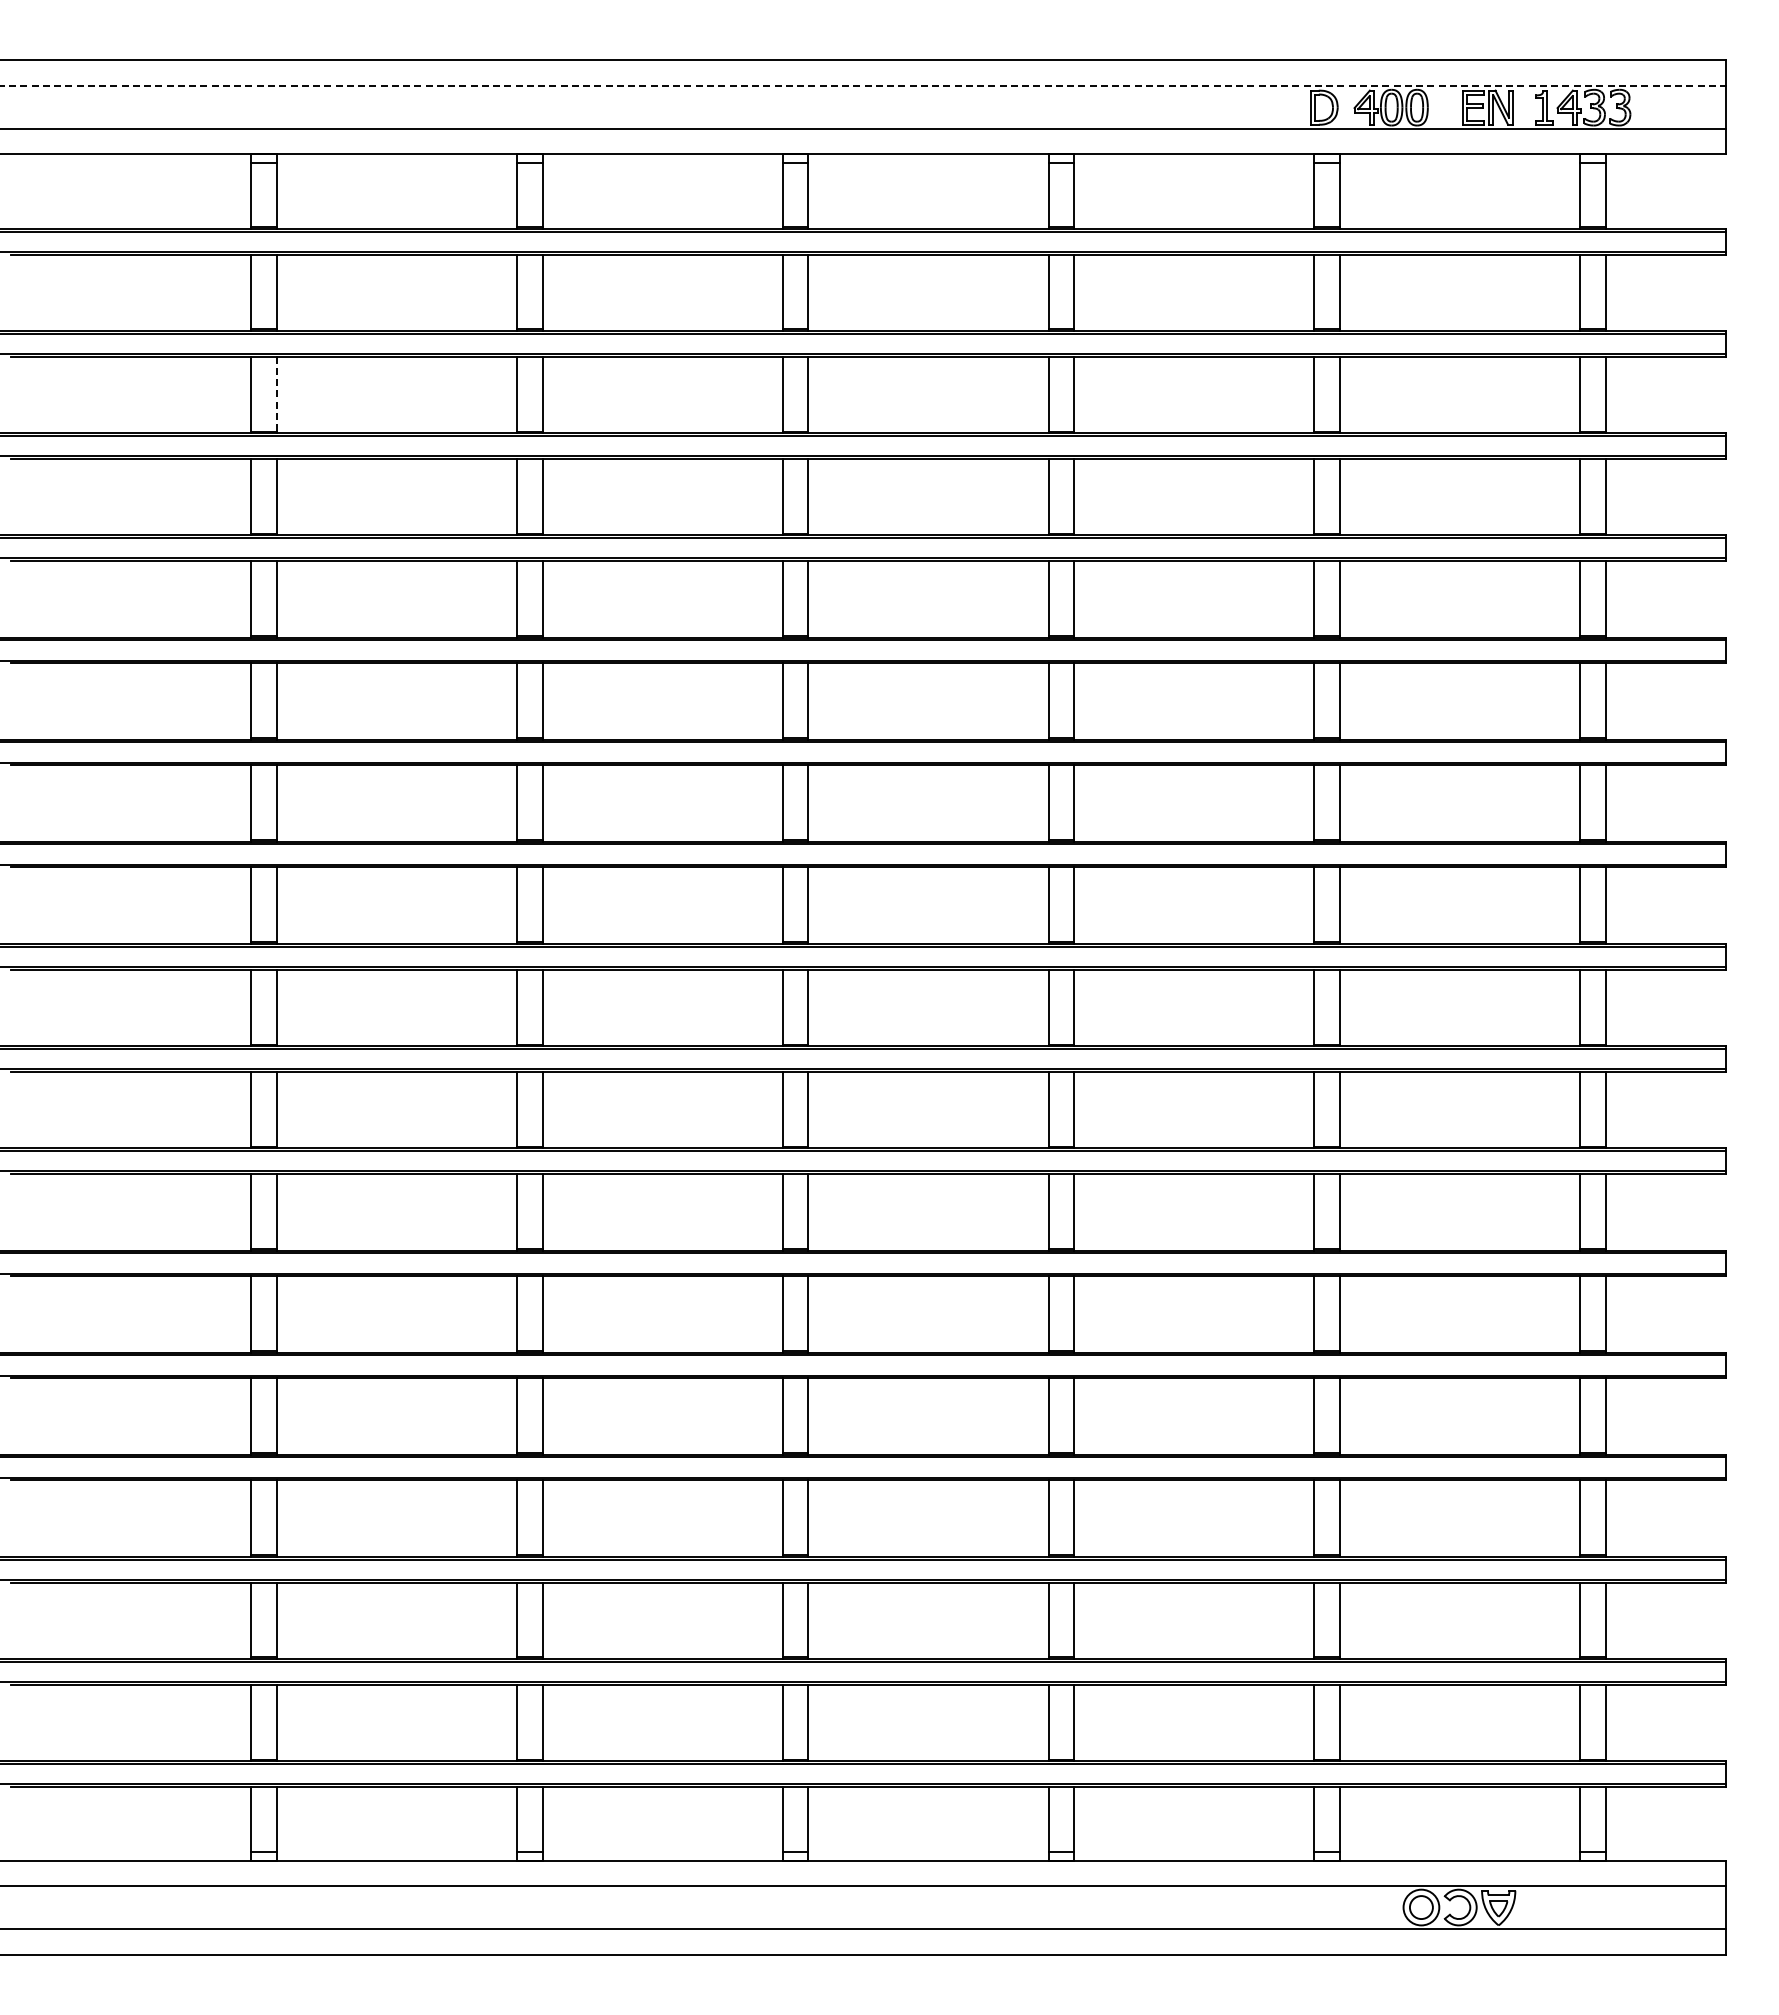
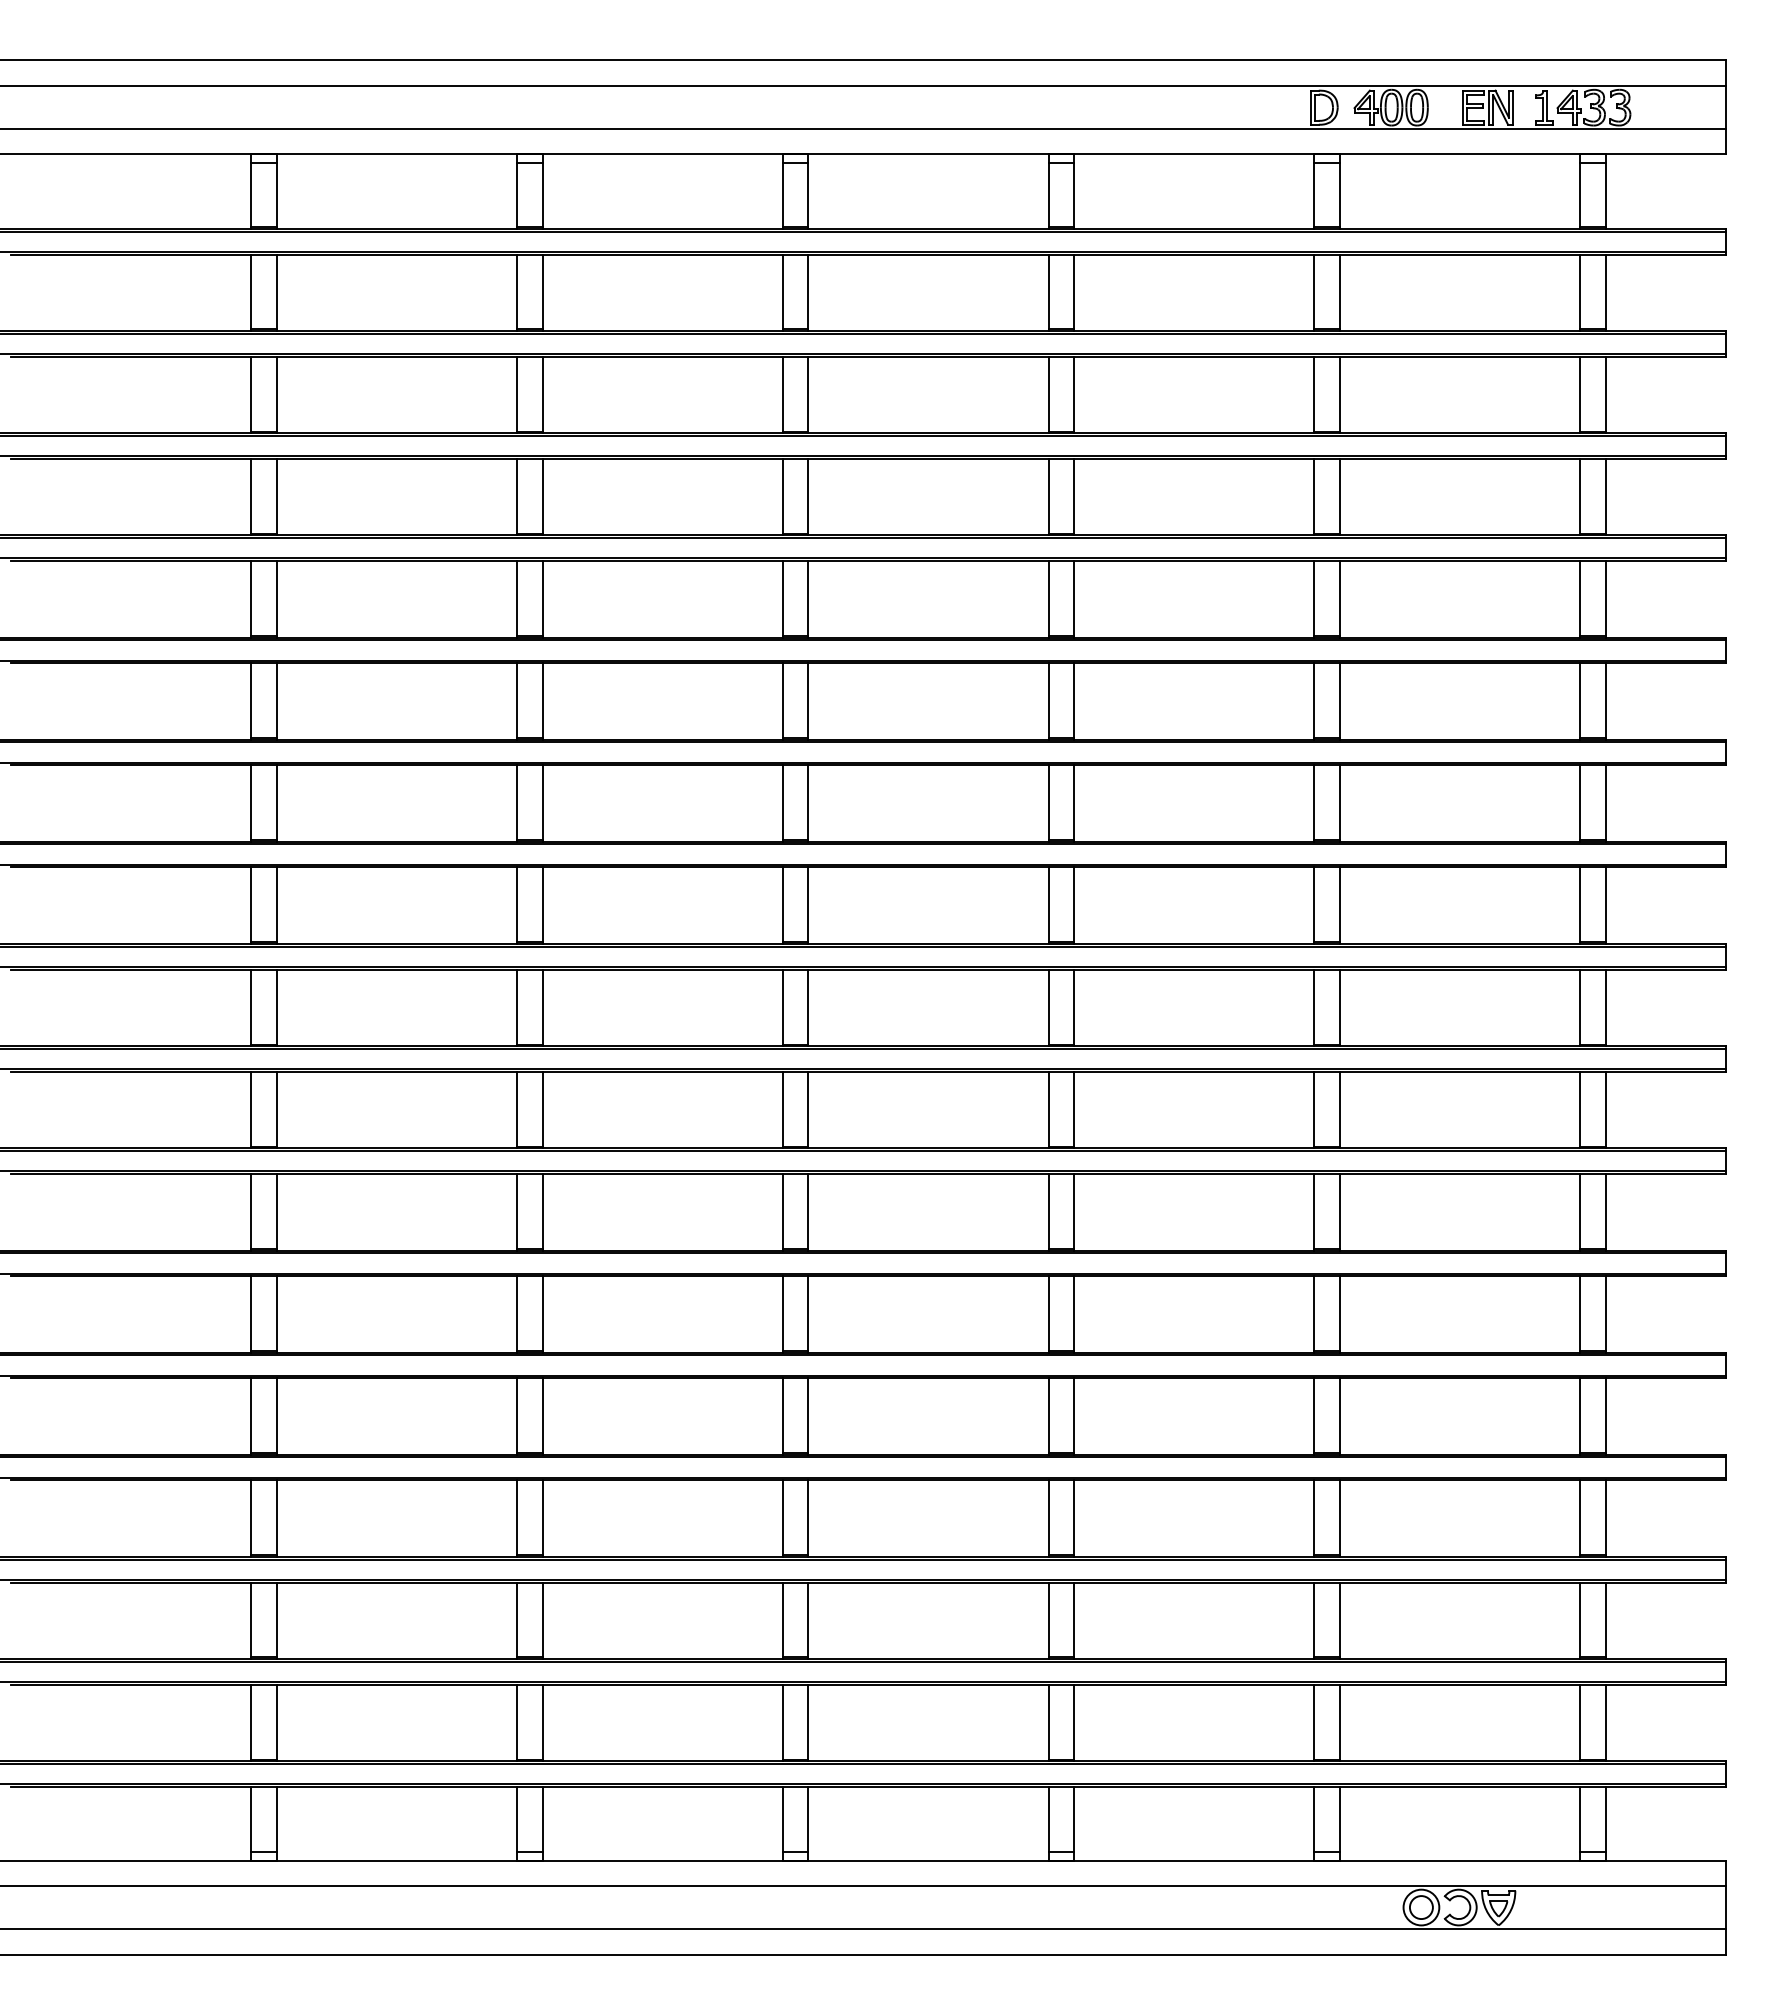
line at (863, 85): dashed -> solid
line at (276, 394): dashed -> solid
